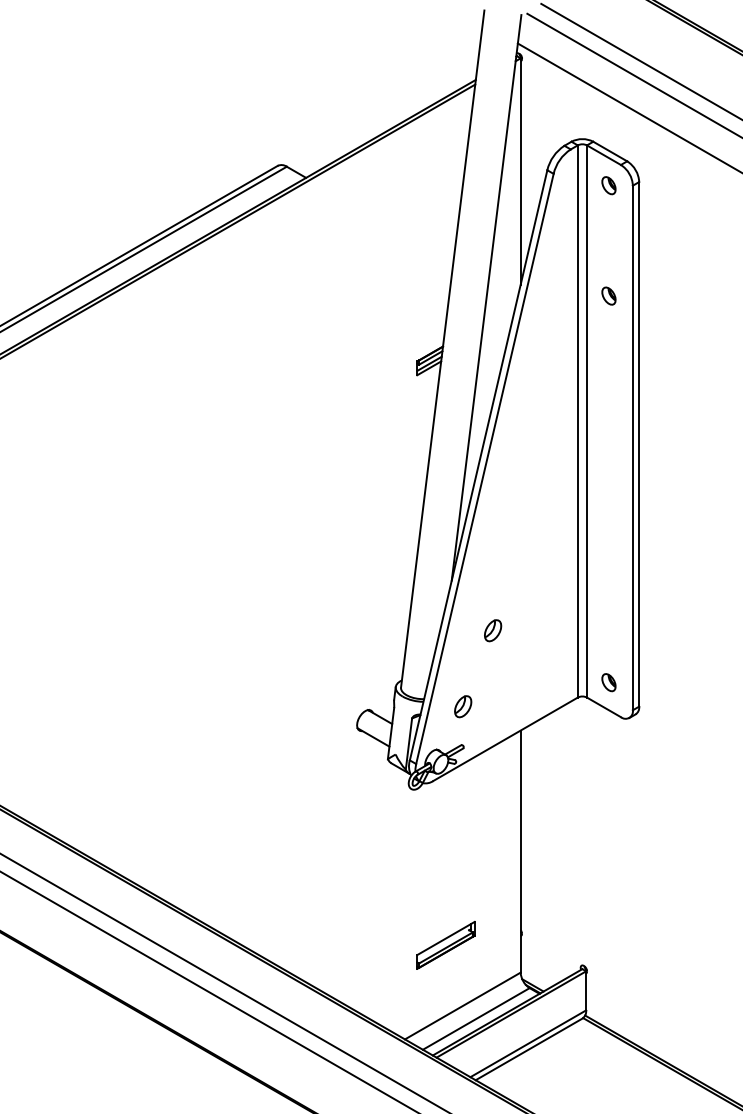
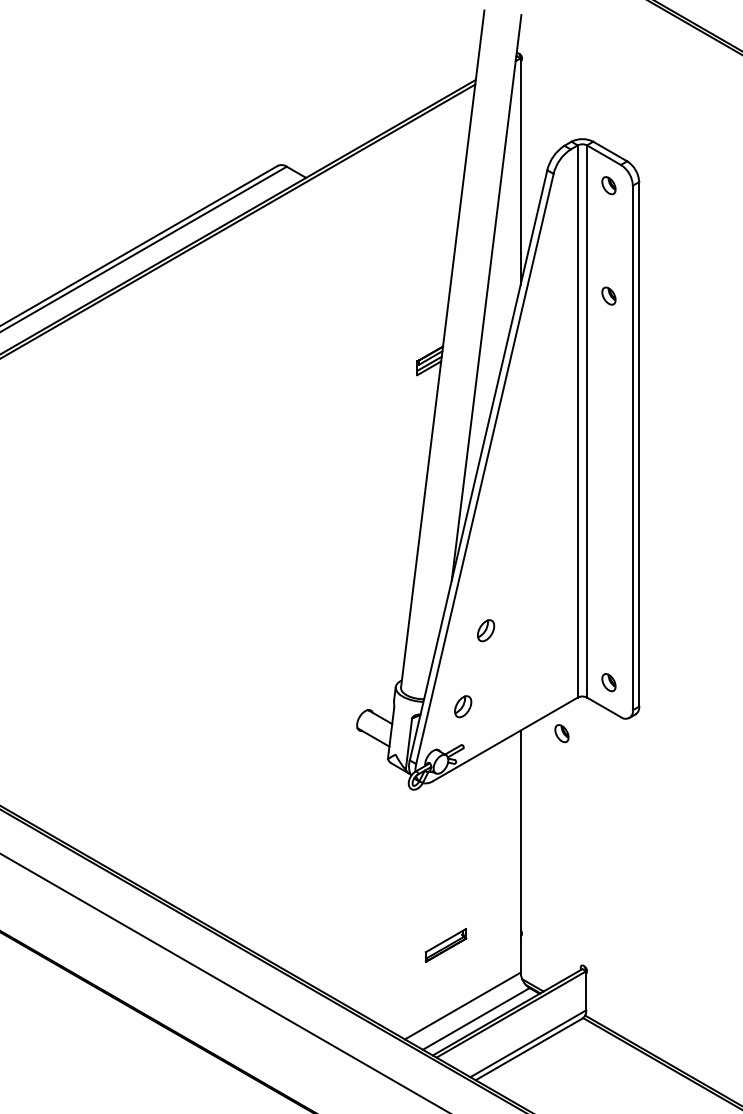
line at (640, 60): present -> none
line at (633, 74): present -> none
line at (628, 107): present -> none
part at (493, 630) position: (493, 630) -> (486, 630)
part at (561, 733): none -> present
part at (445, 945) size: 60x49 px -> 44x35 px
line at (208, 991): present -> none
